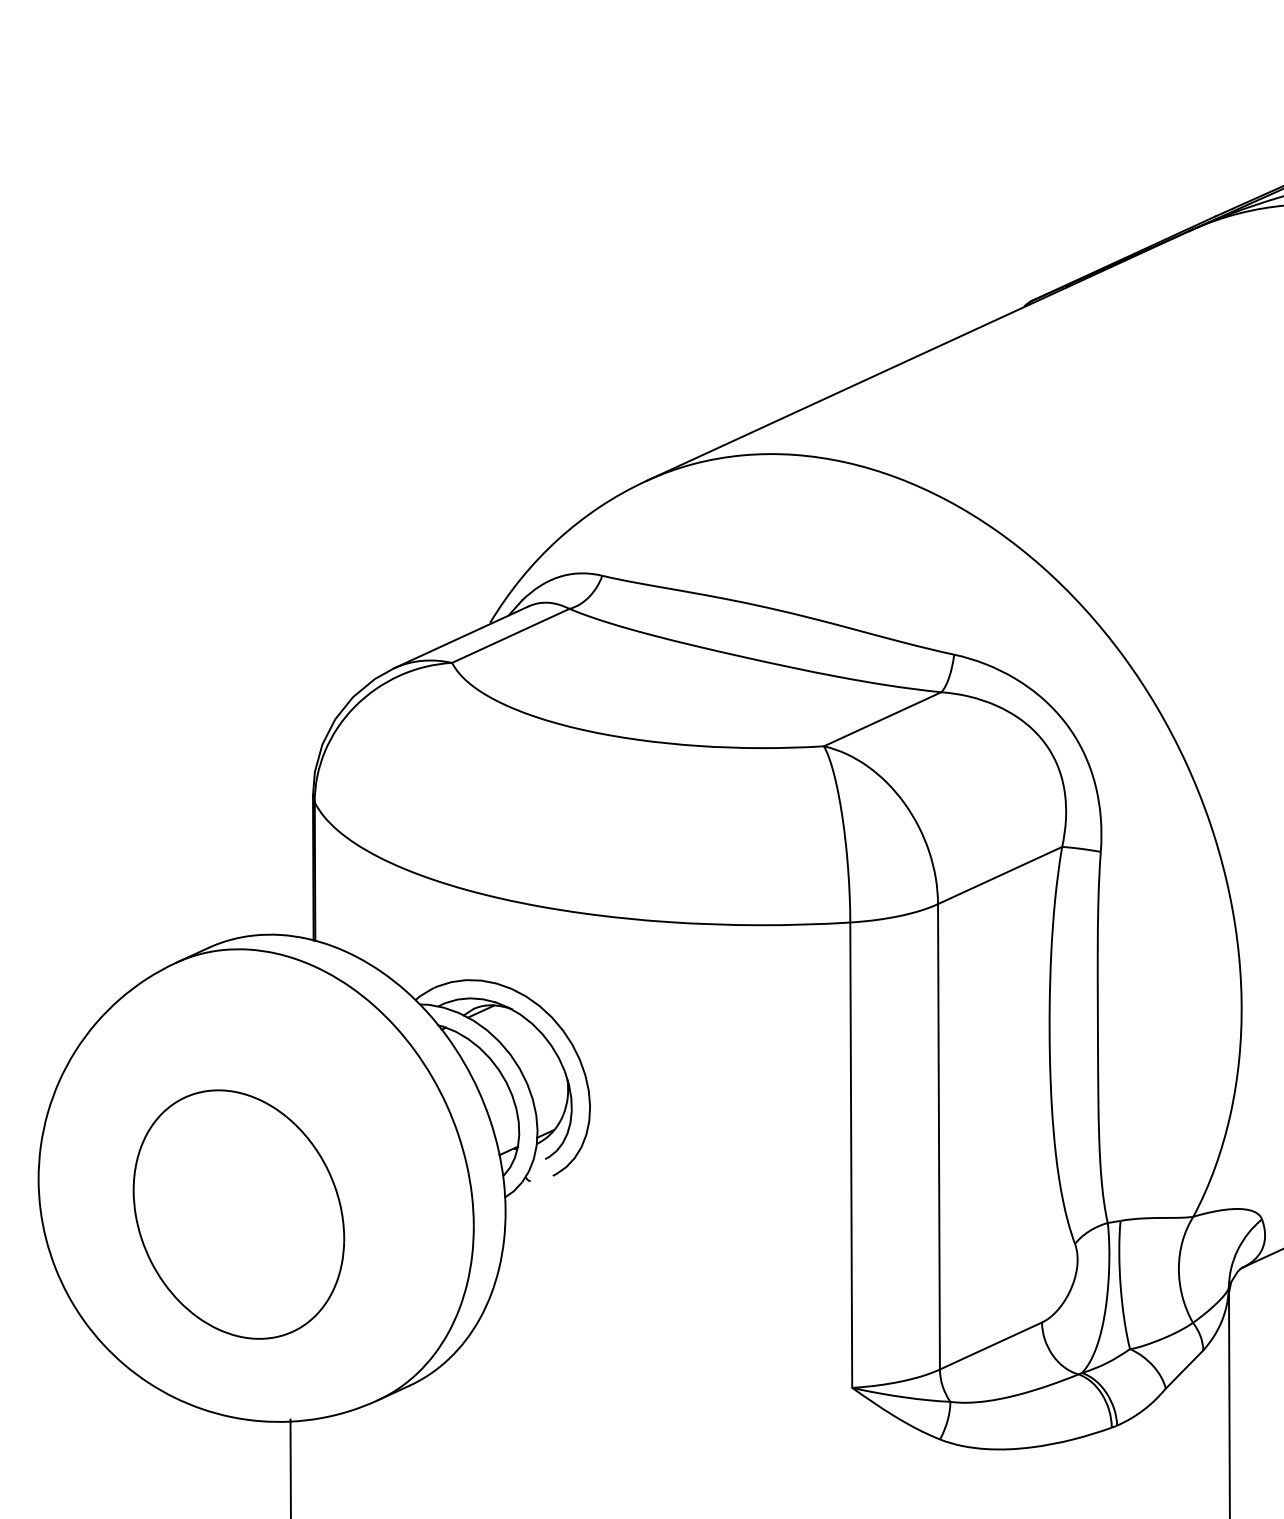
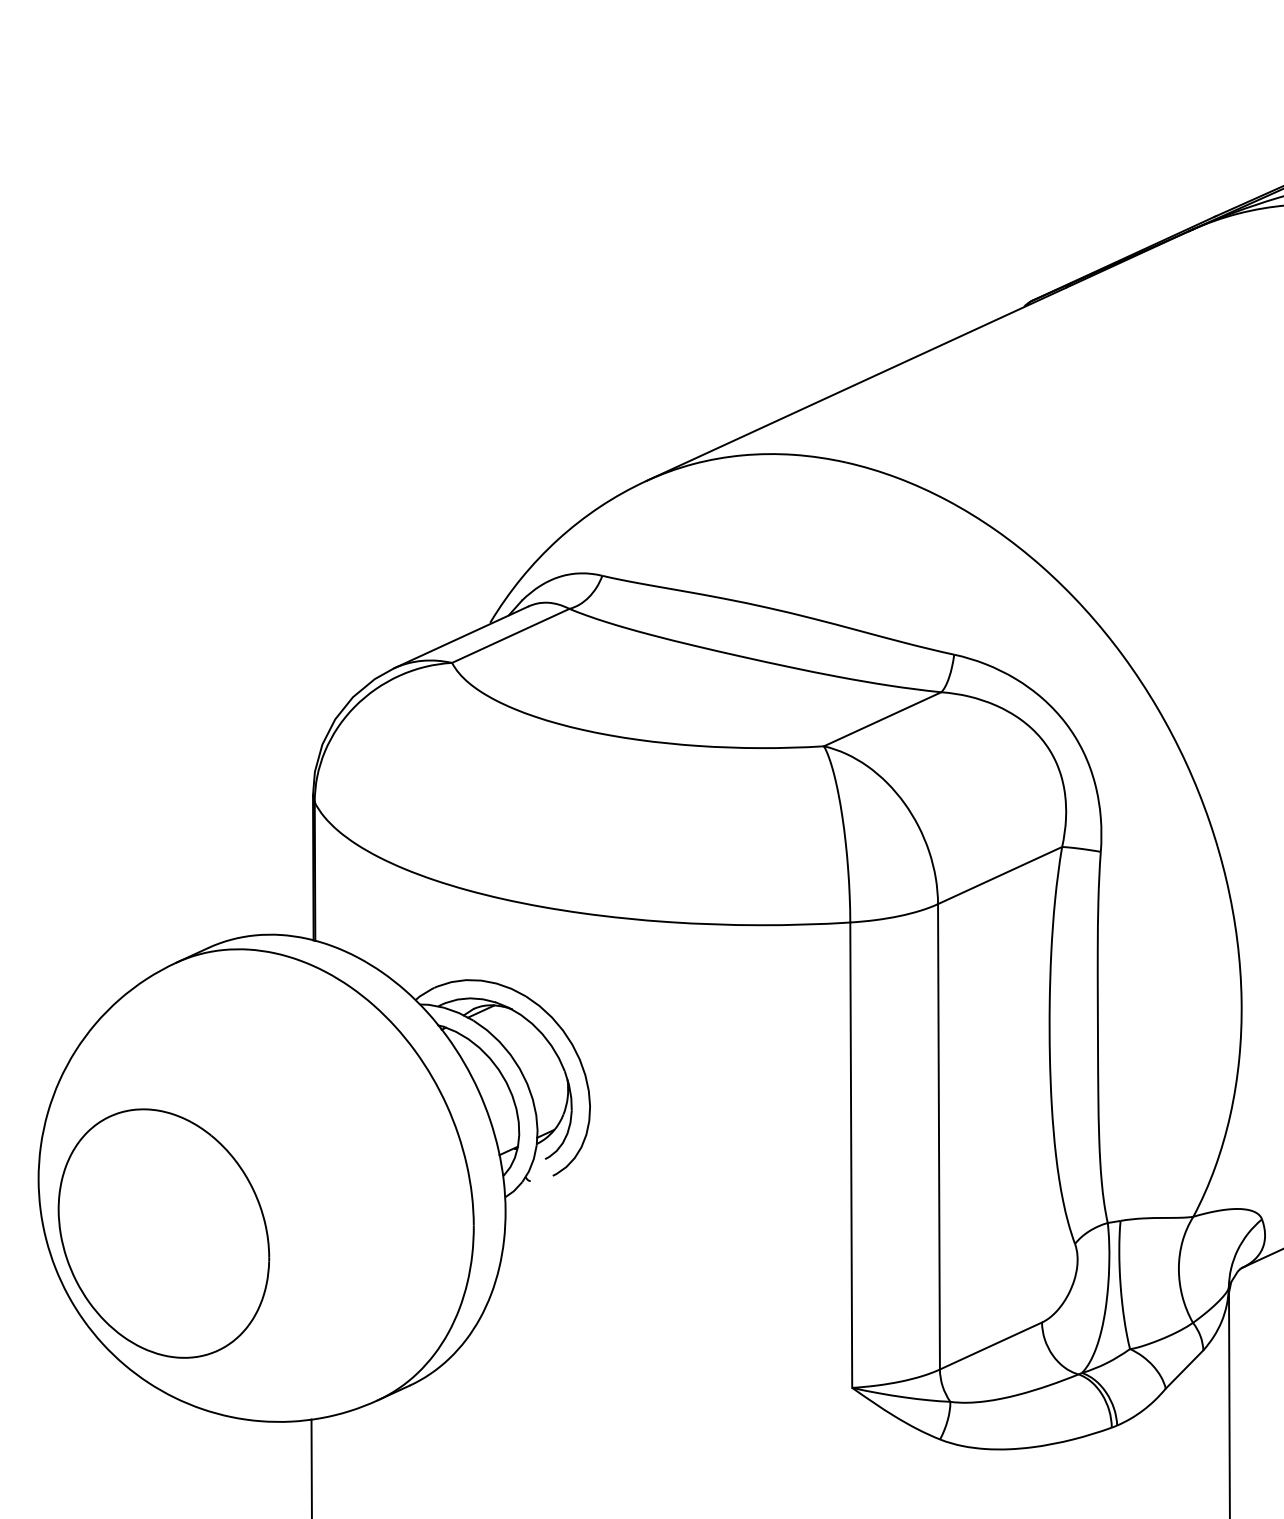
part at (238, 1214) position: (238, 1214) -> (163, 1233)
line at (290, 1467) position: (290, 1467) -> (311, 1467)
